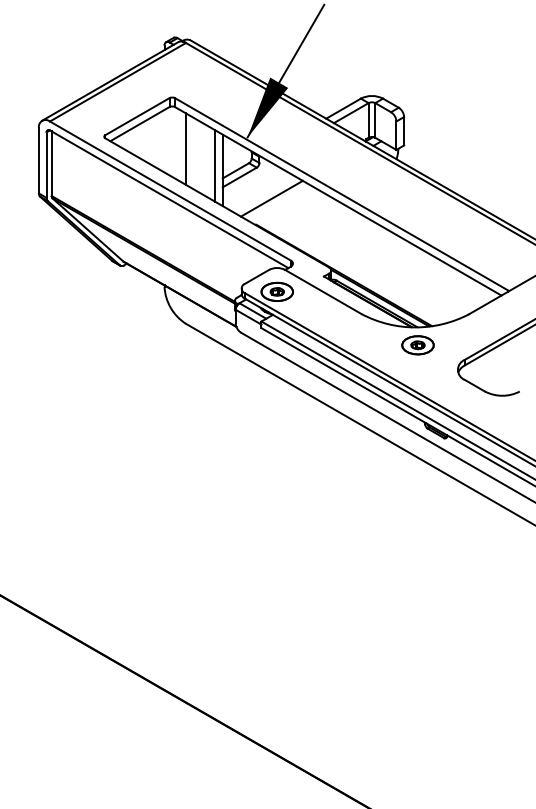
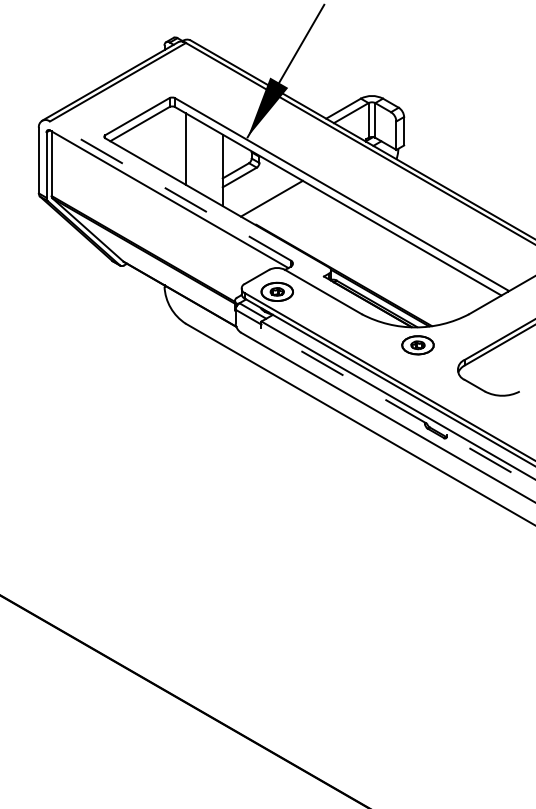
line at (215, 165): present -> none
line at (169, 190): solid -> dashed
line at (398, 407): solid -> dashed
